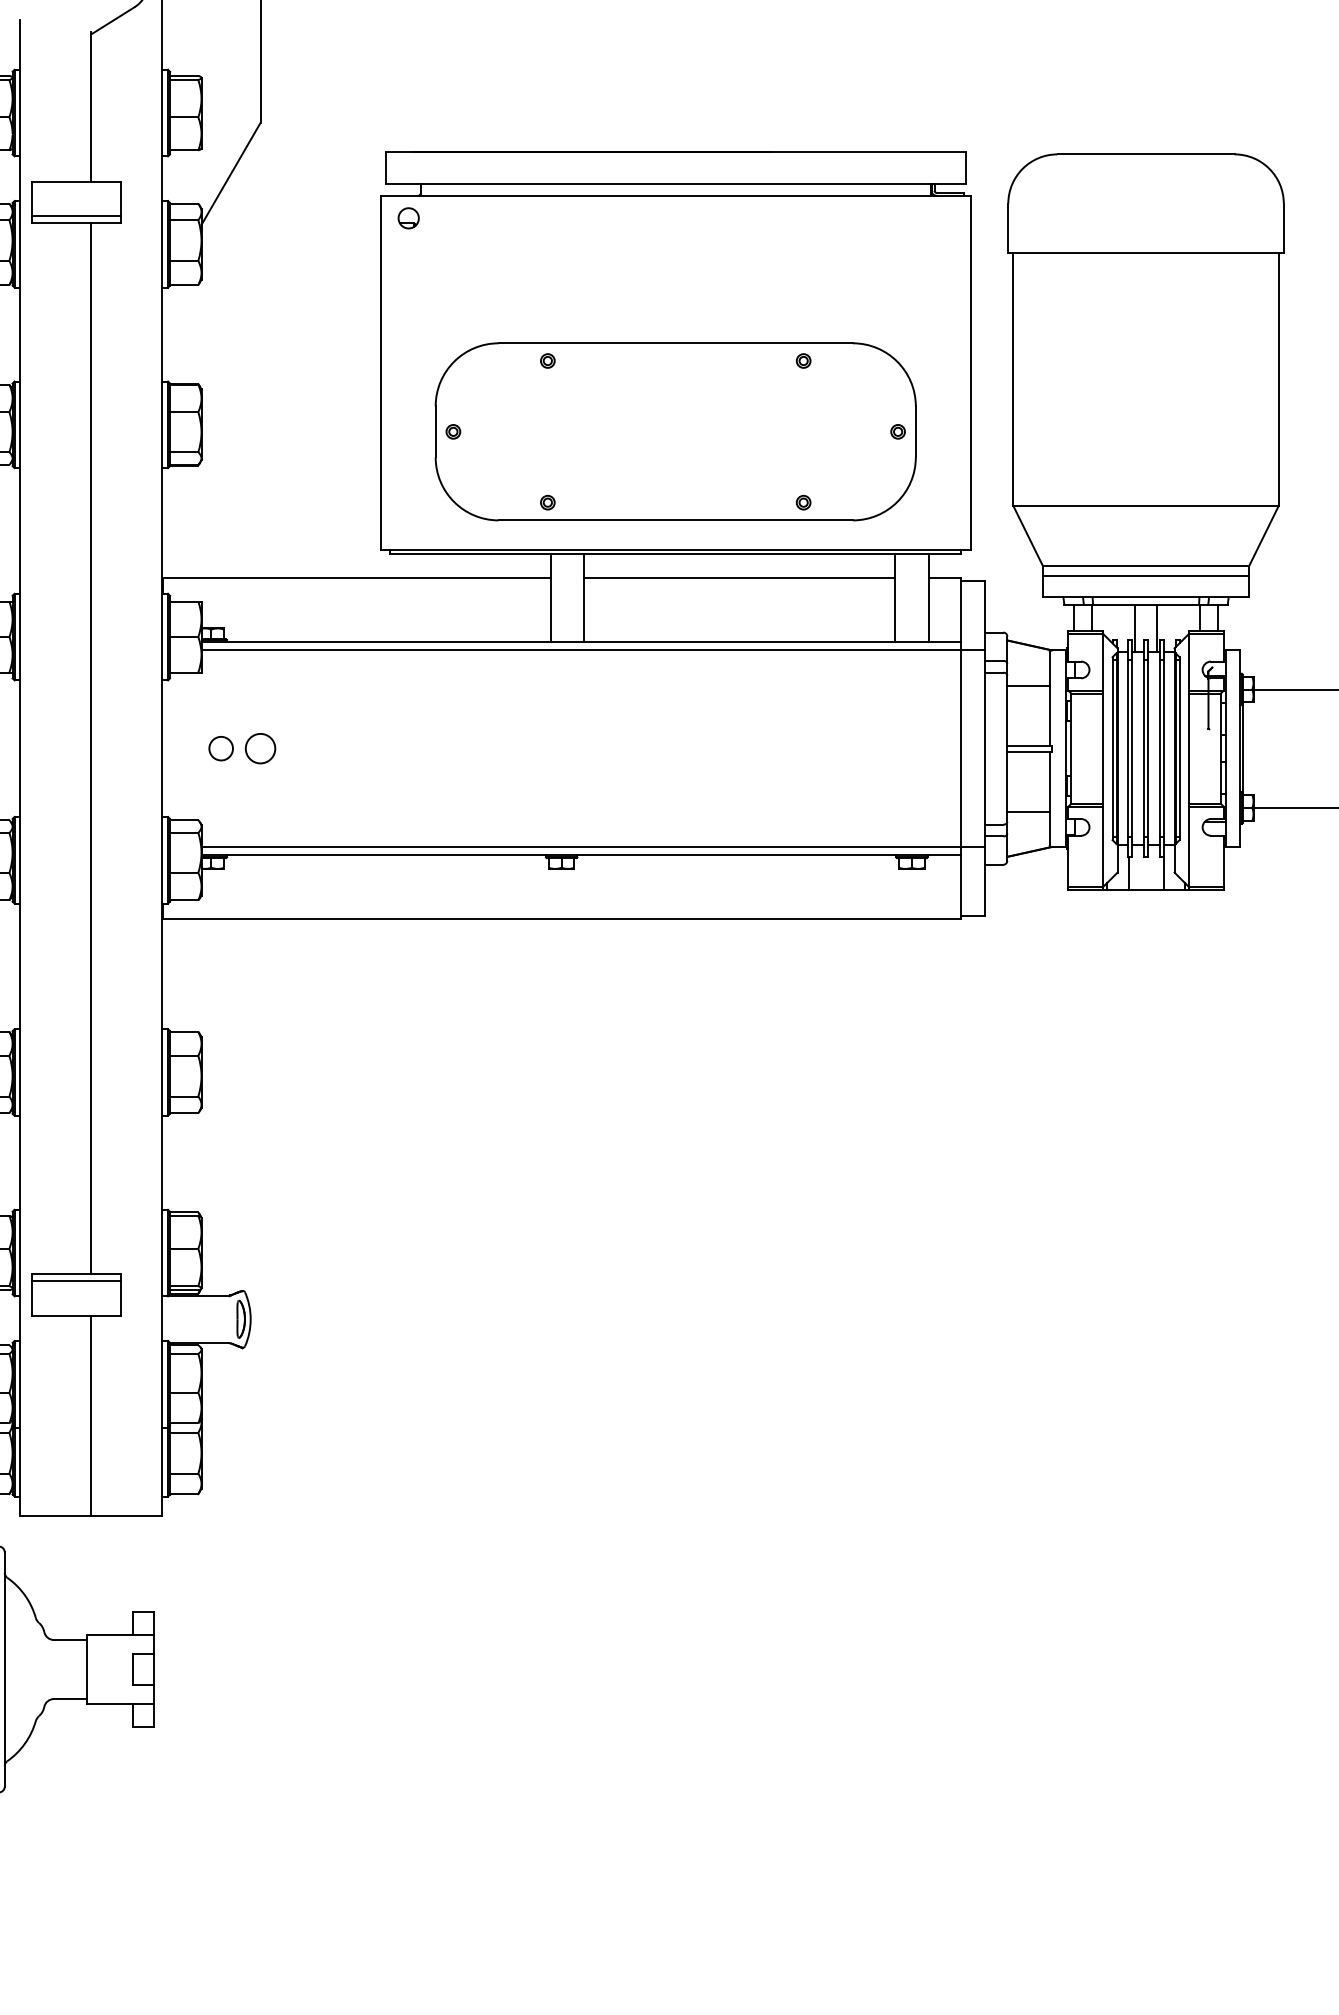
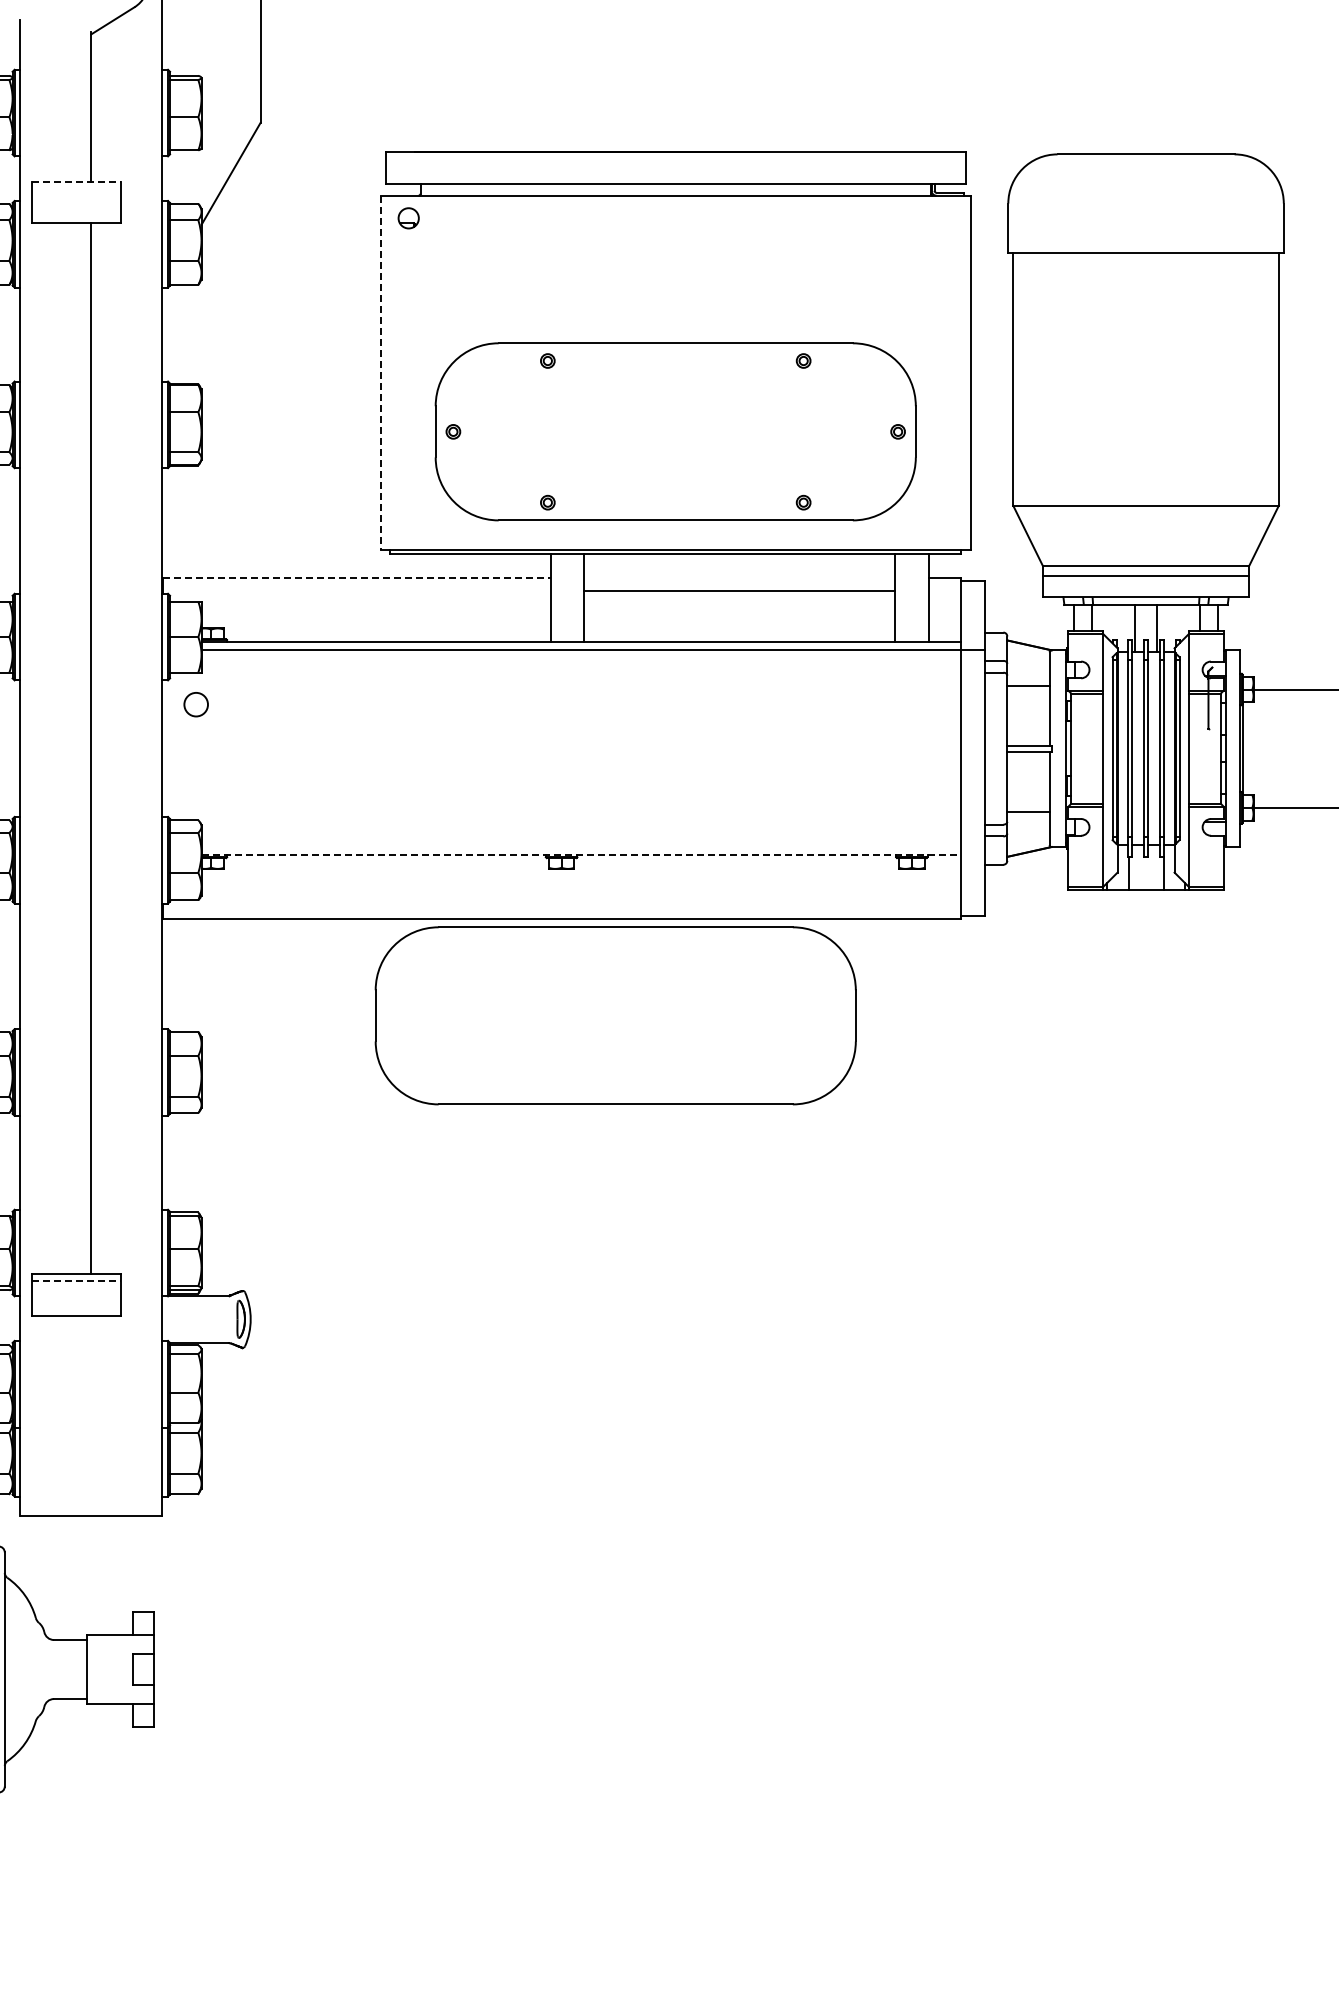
line at (77, 181): solid -> dashed
line at (76, 216): present -> none
line at (380, 373): solid -> dashed
line at (356, 578): solid -> dashed
line at (739, 578) position: (739, 578) -> (739, 591)
circle at (220, 748) position: (220, 748) -> (195, 704)
circle at (260, 748): present -> none
line at (592, 847): present -> none
line at (581, 854): solid -> dashed
part at (615, 1015): none -> present
line at (77, 1280): solid -> dashed
line at (91, 1415): present -> none
